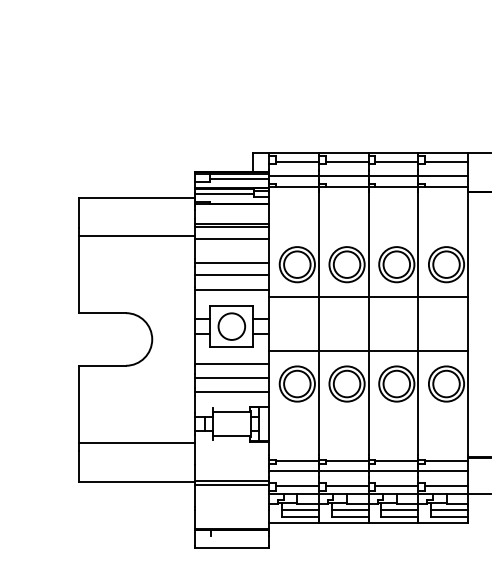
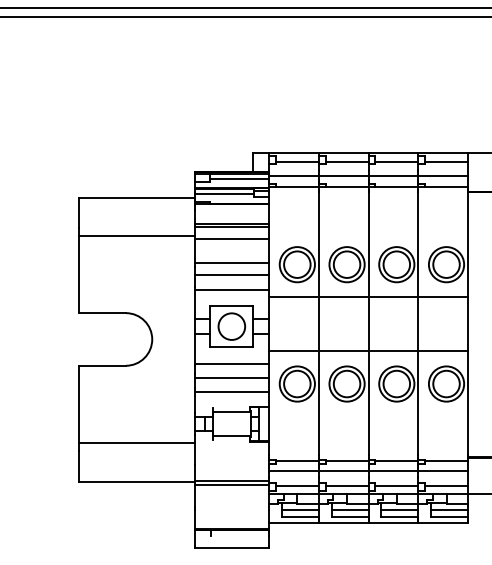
line at (245, 8): none -> present
line at (245, 16): none -> present
